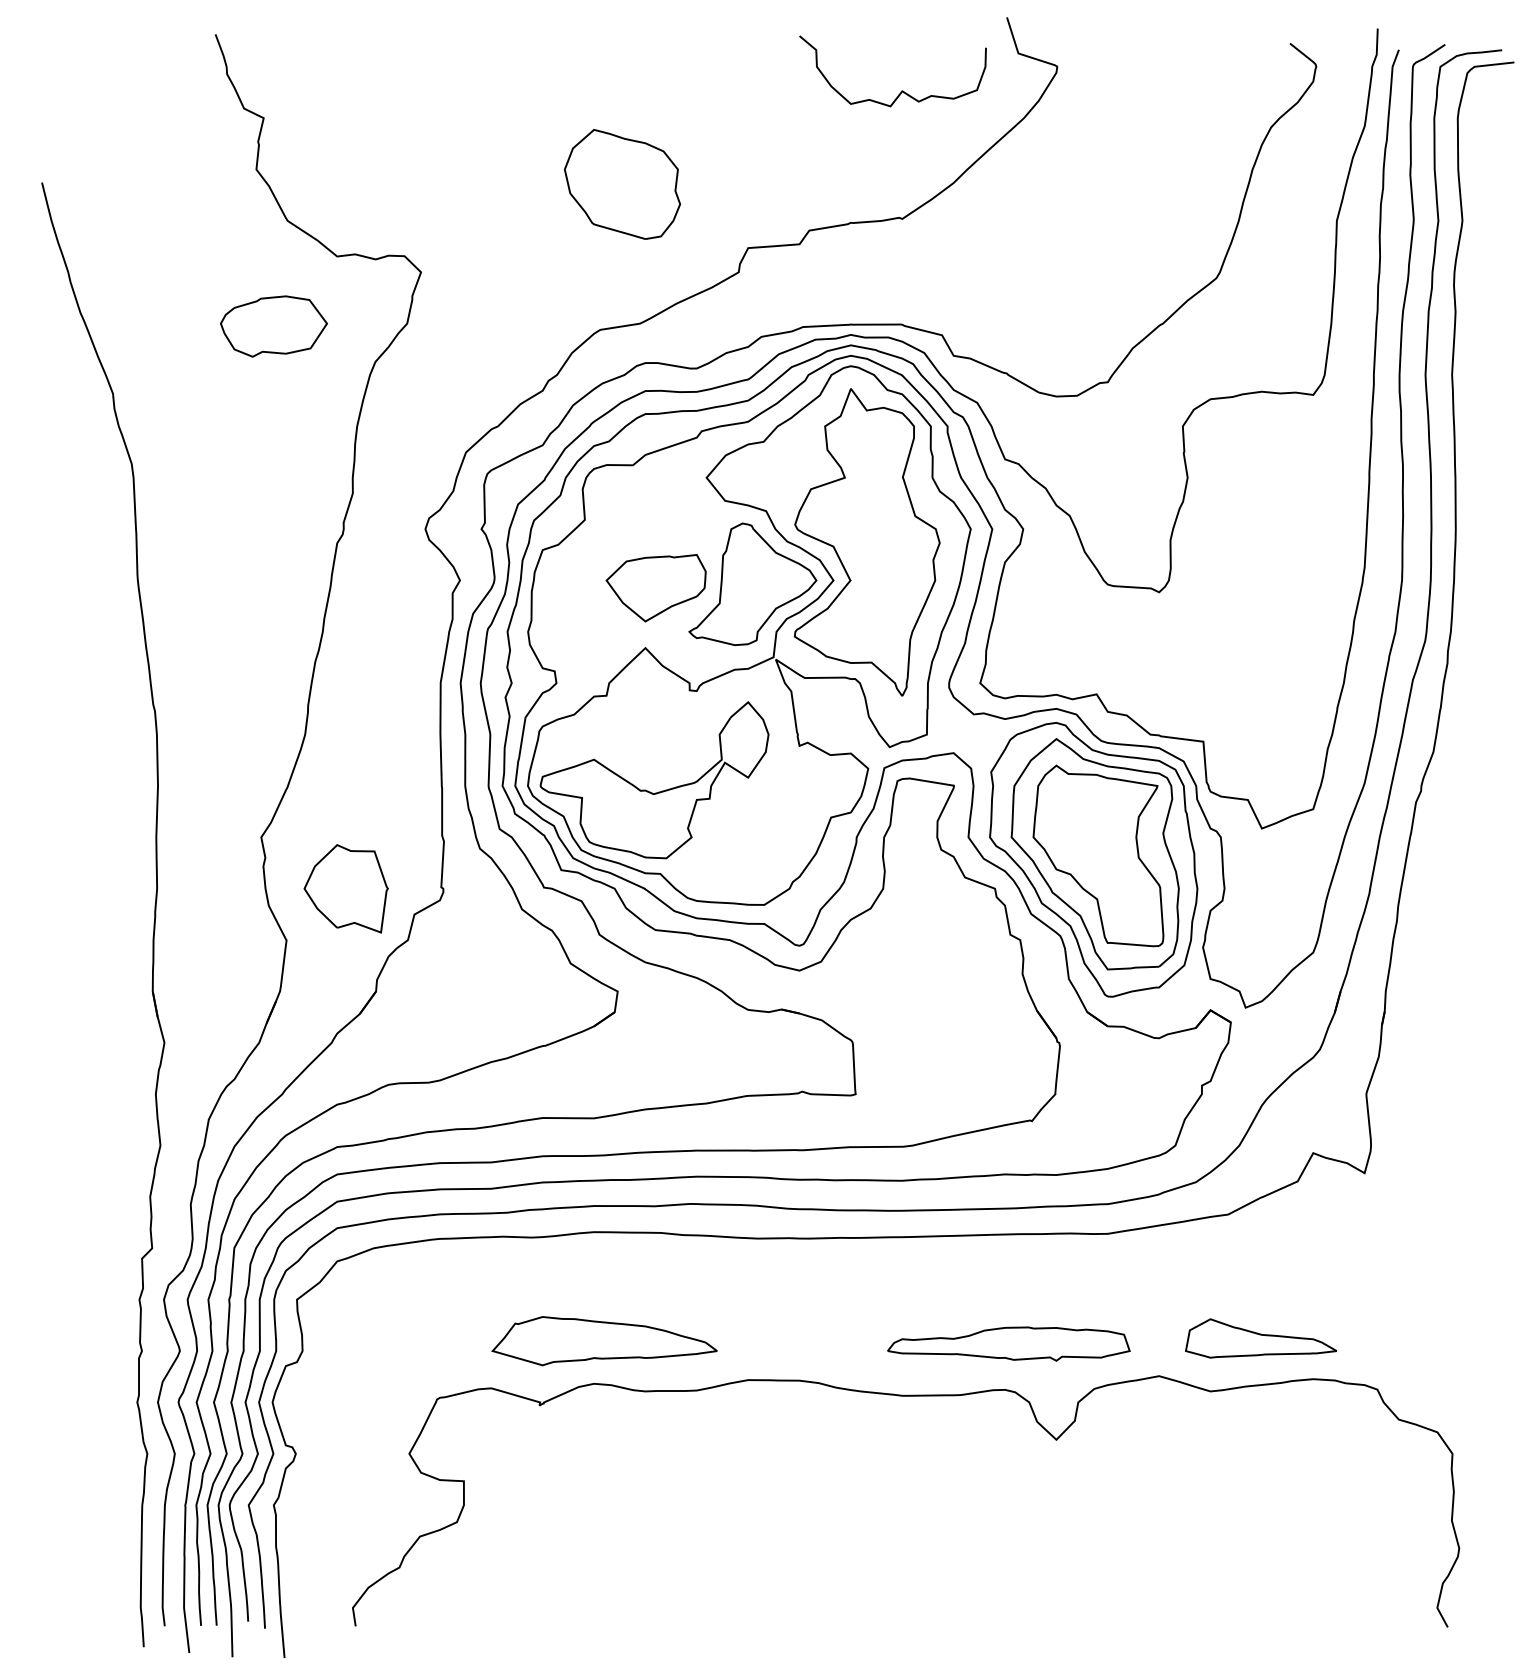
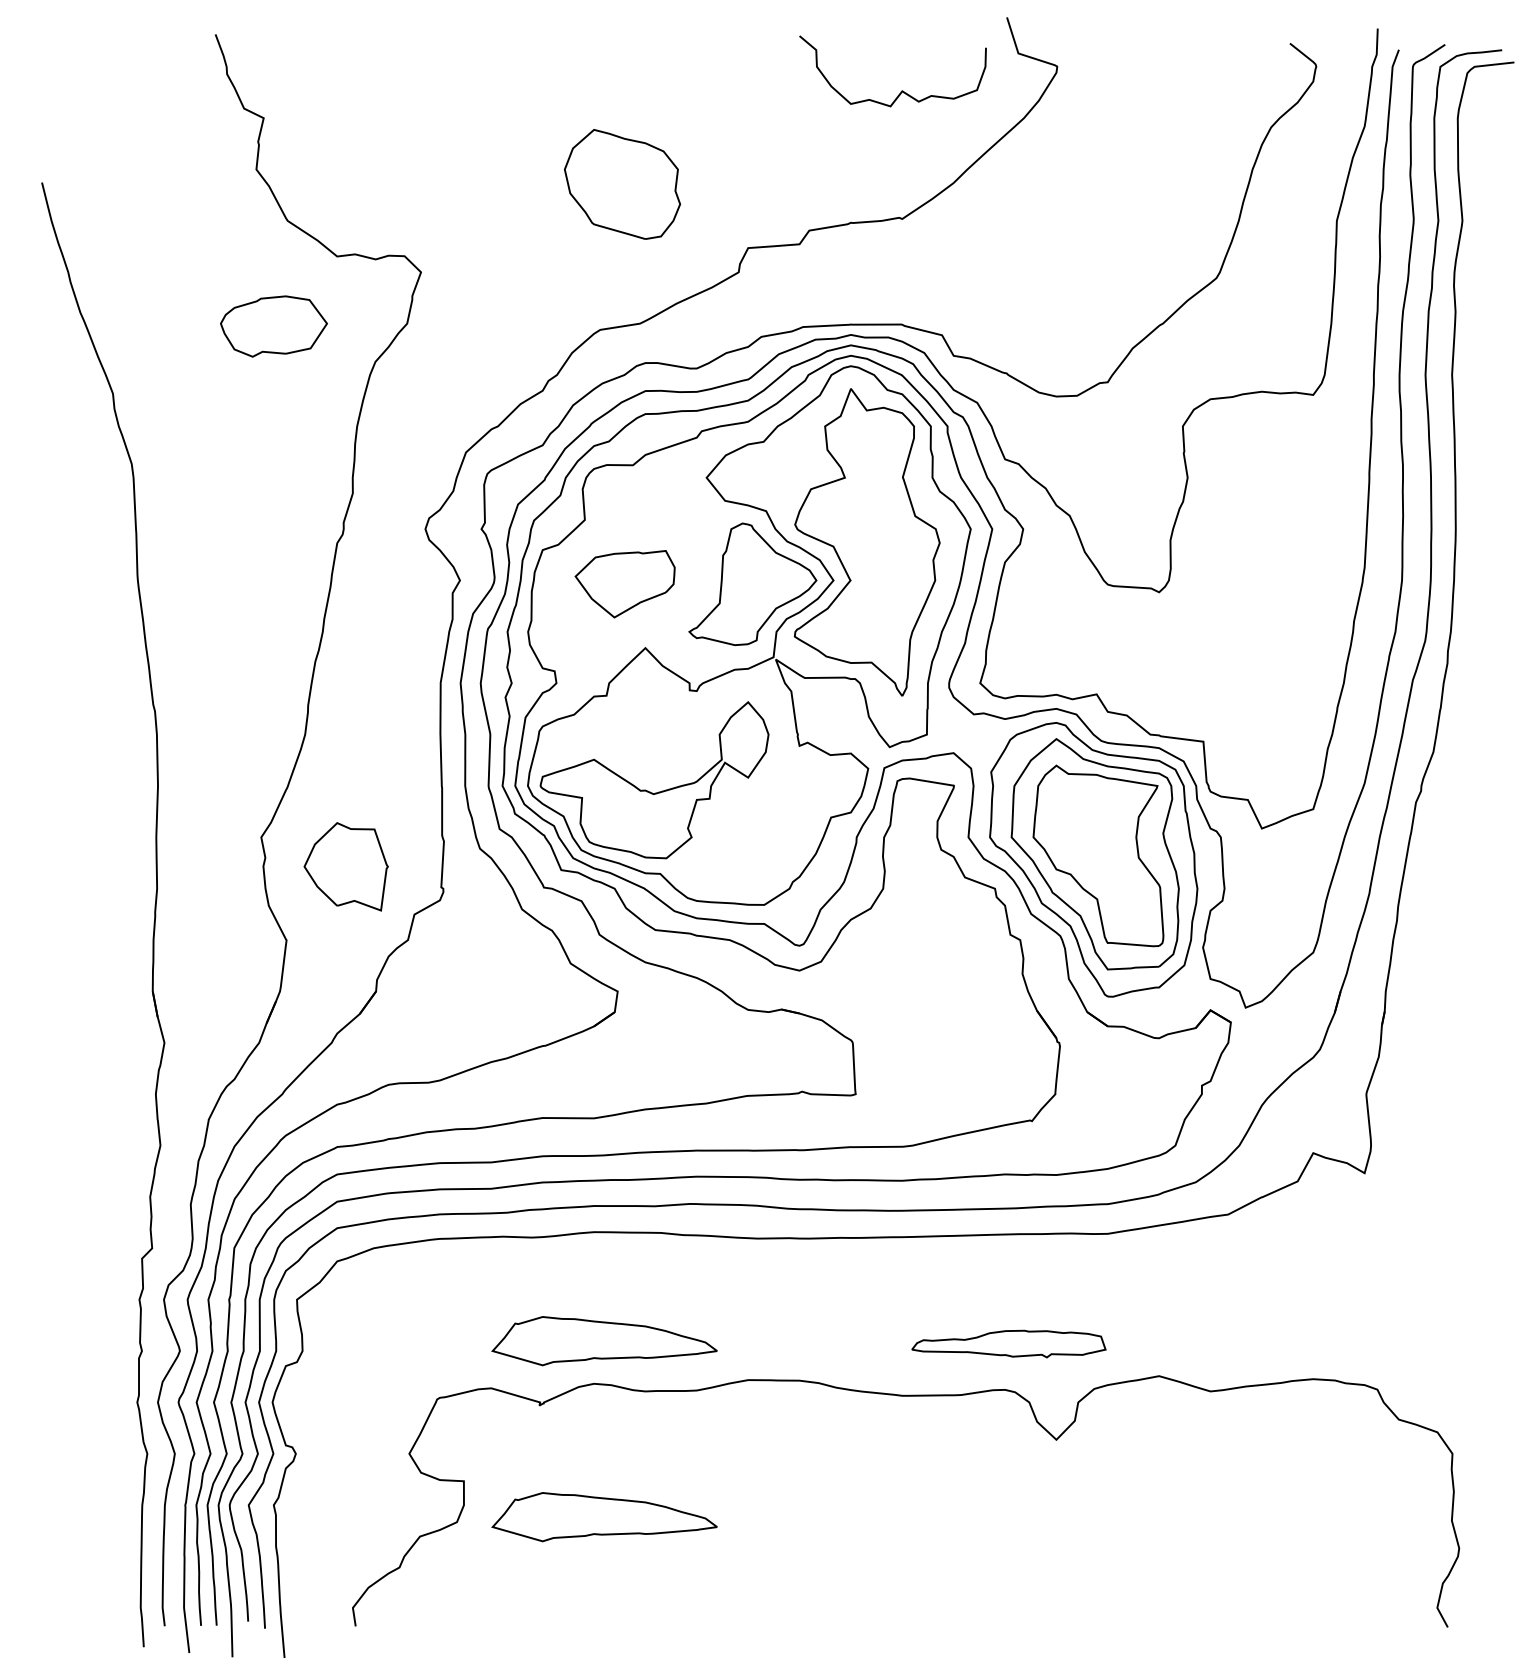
part at (655, 588) position: (655, 588) -> (624, 584)
part at (345, 888) position: (345, 888) -> (345, 866)
part at (1261, 1338): present -> none
part at (1008, 1343) size: 244x36 px -> 196x30 px
part at (604, 1517): none -> present
